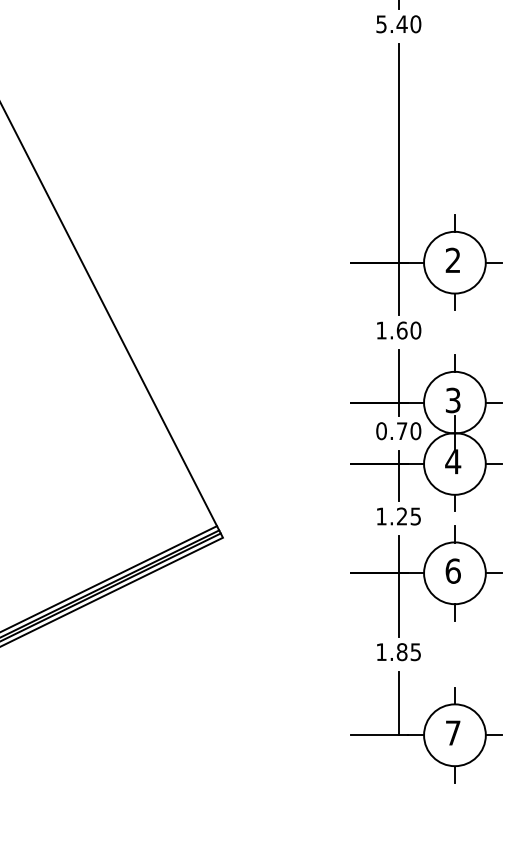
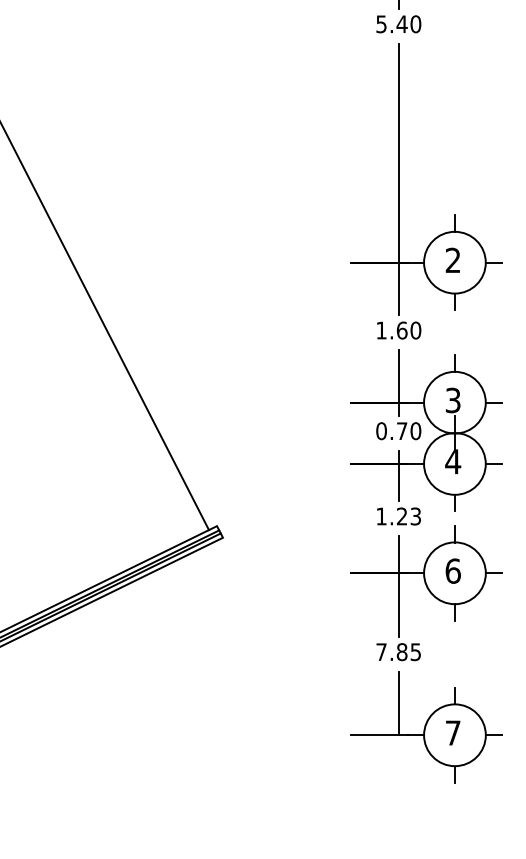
line at (109, 315) position: (109, 315) -> (105, 327)
text at (415, 515): 1.25 -> 1.23
text at (381, 651): 1.85 -> 7.85
